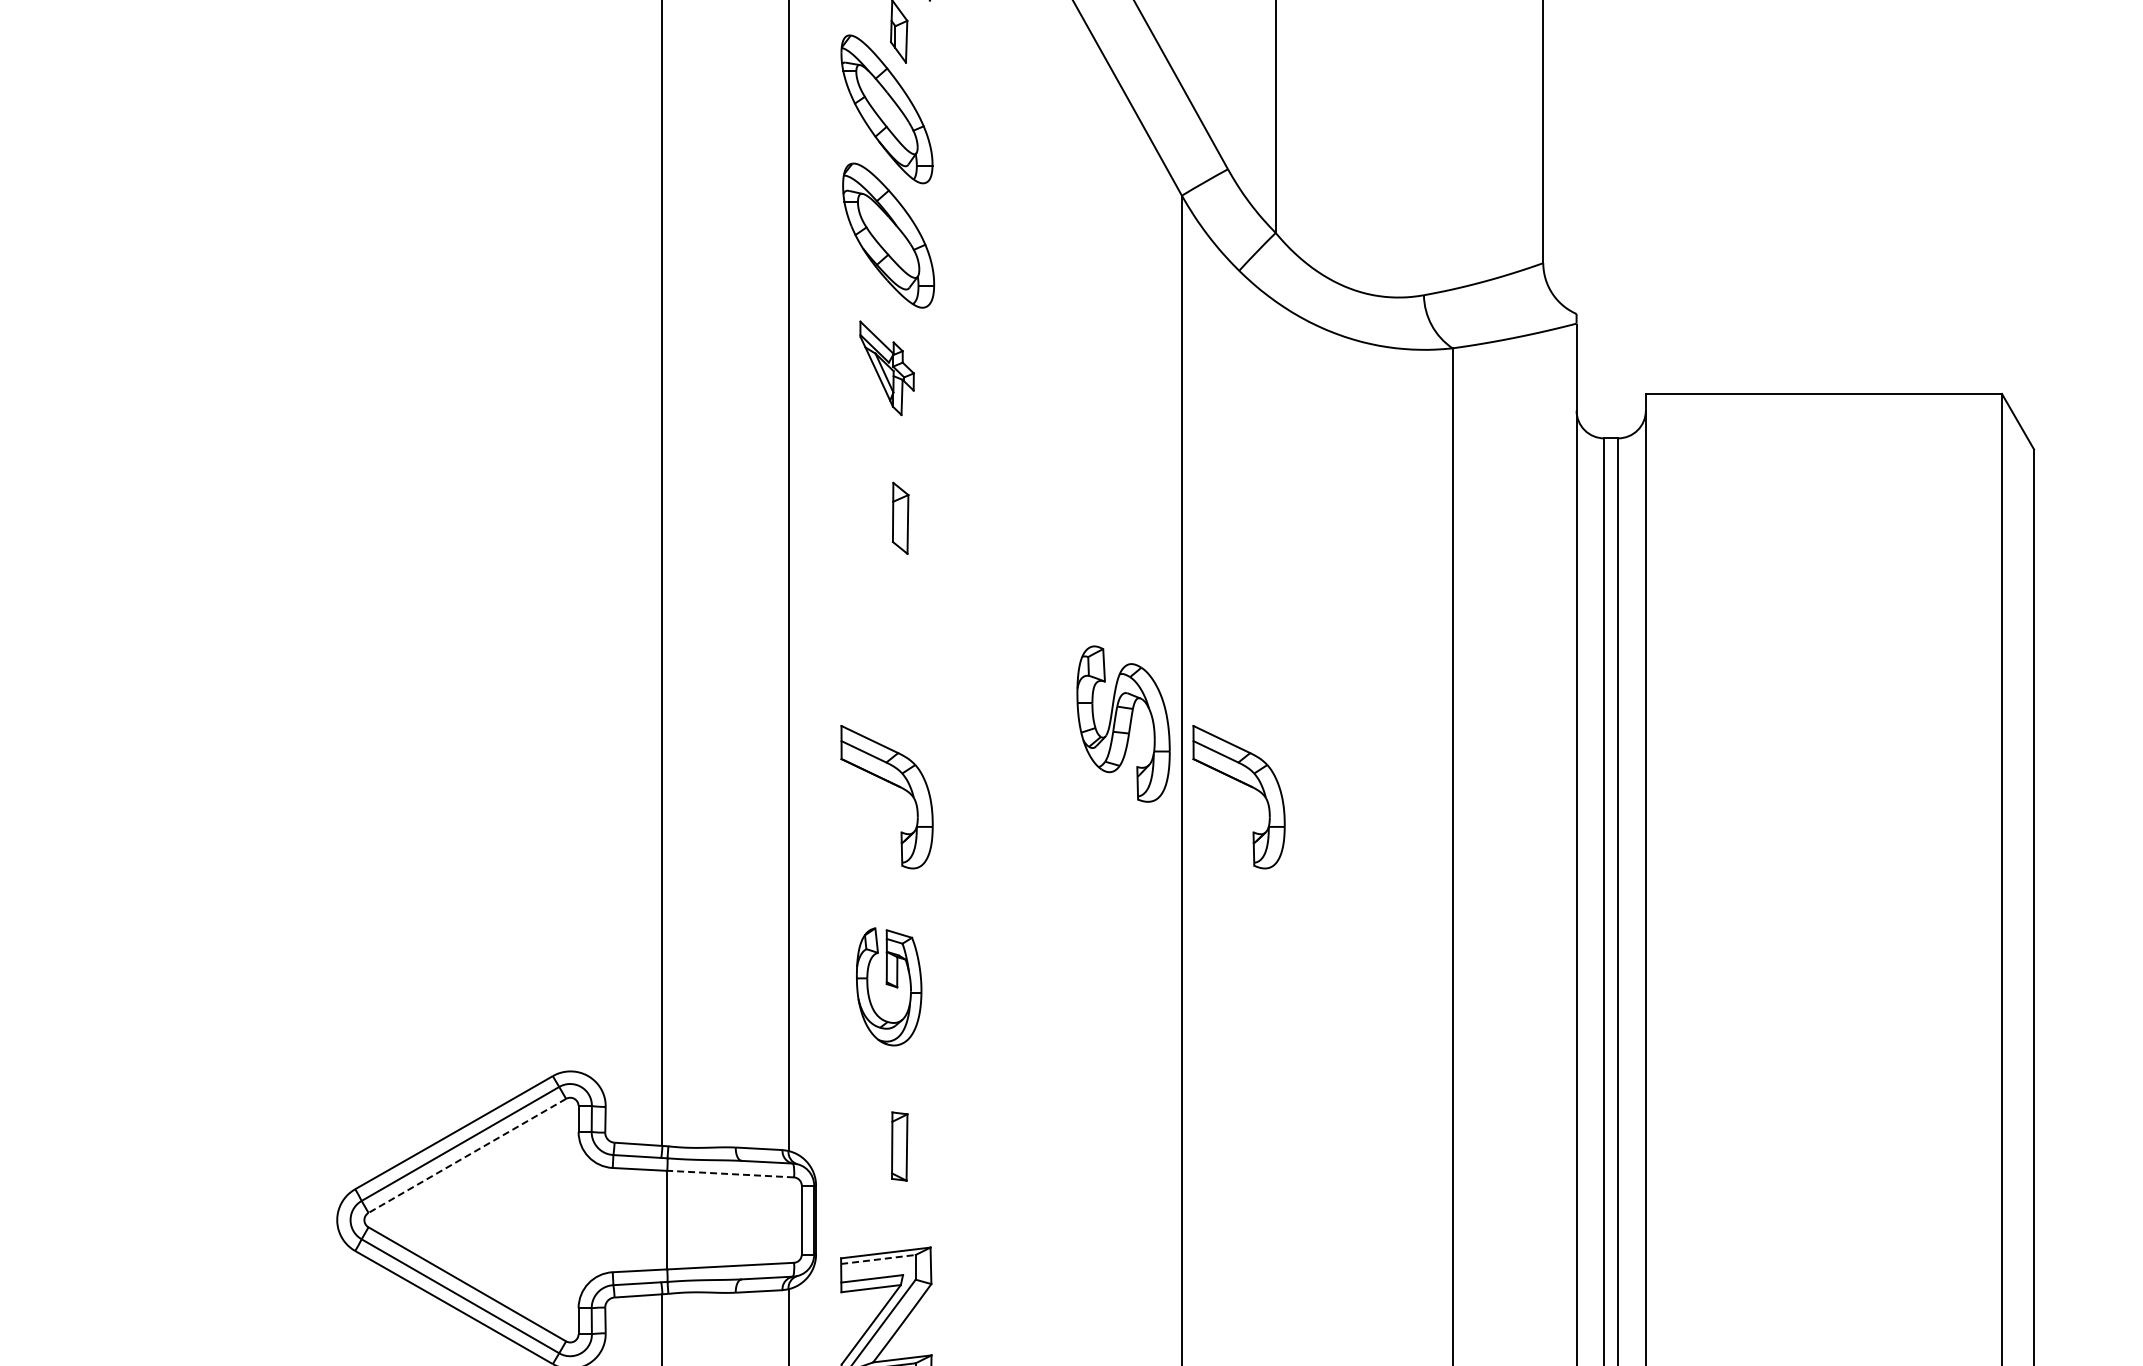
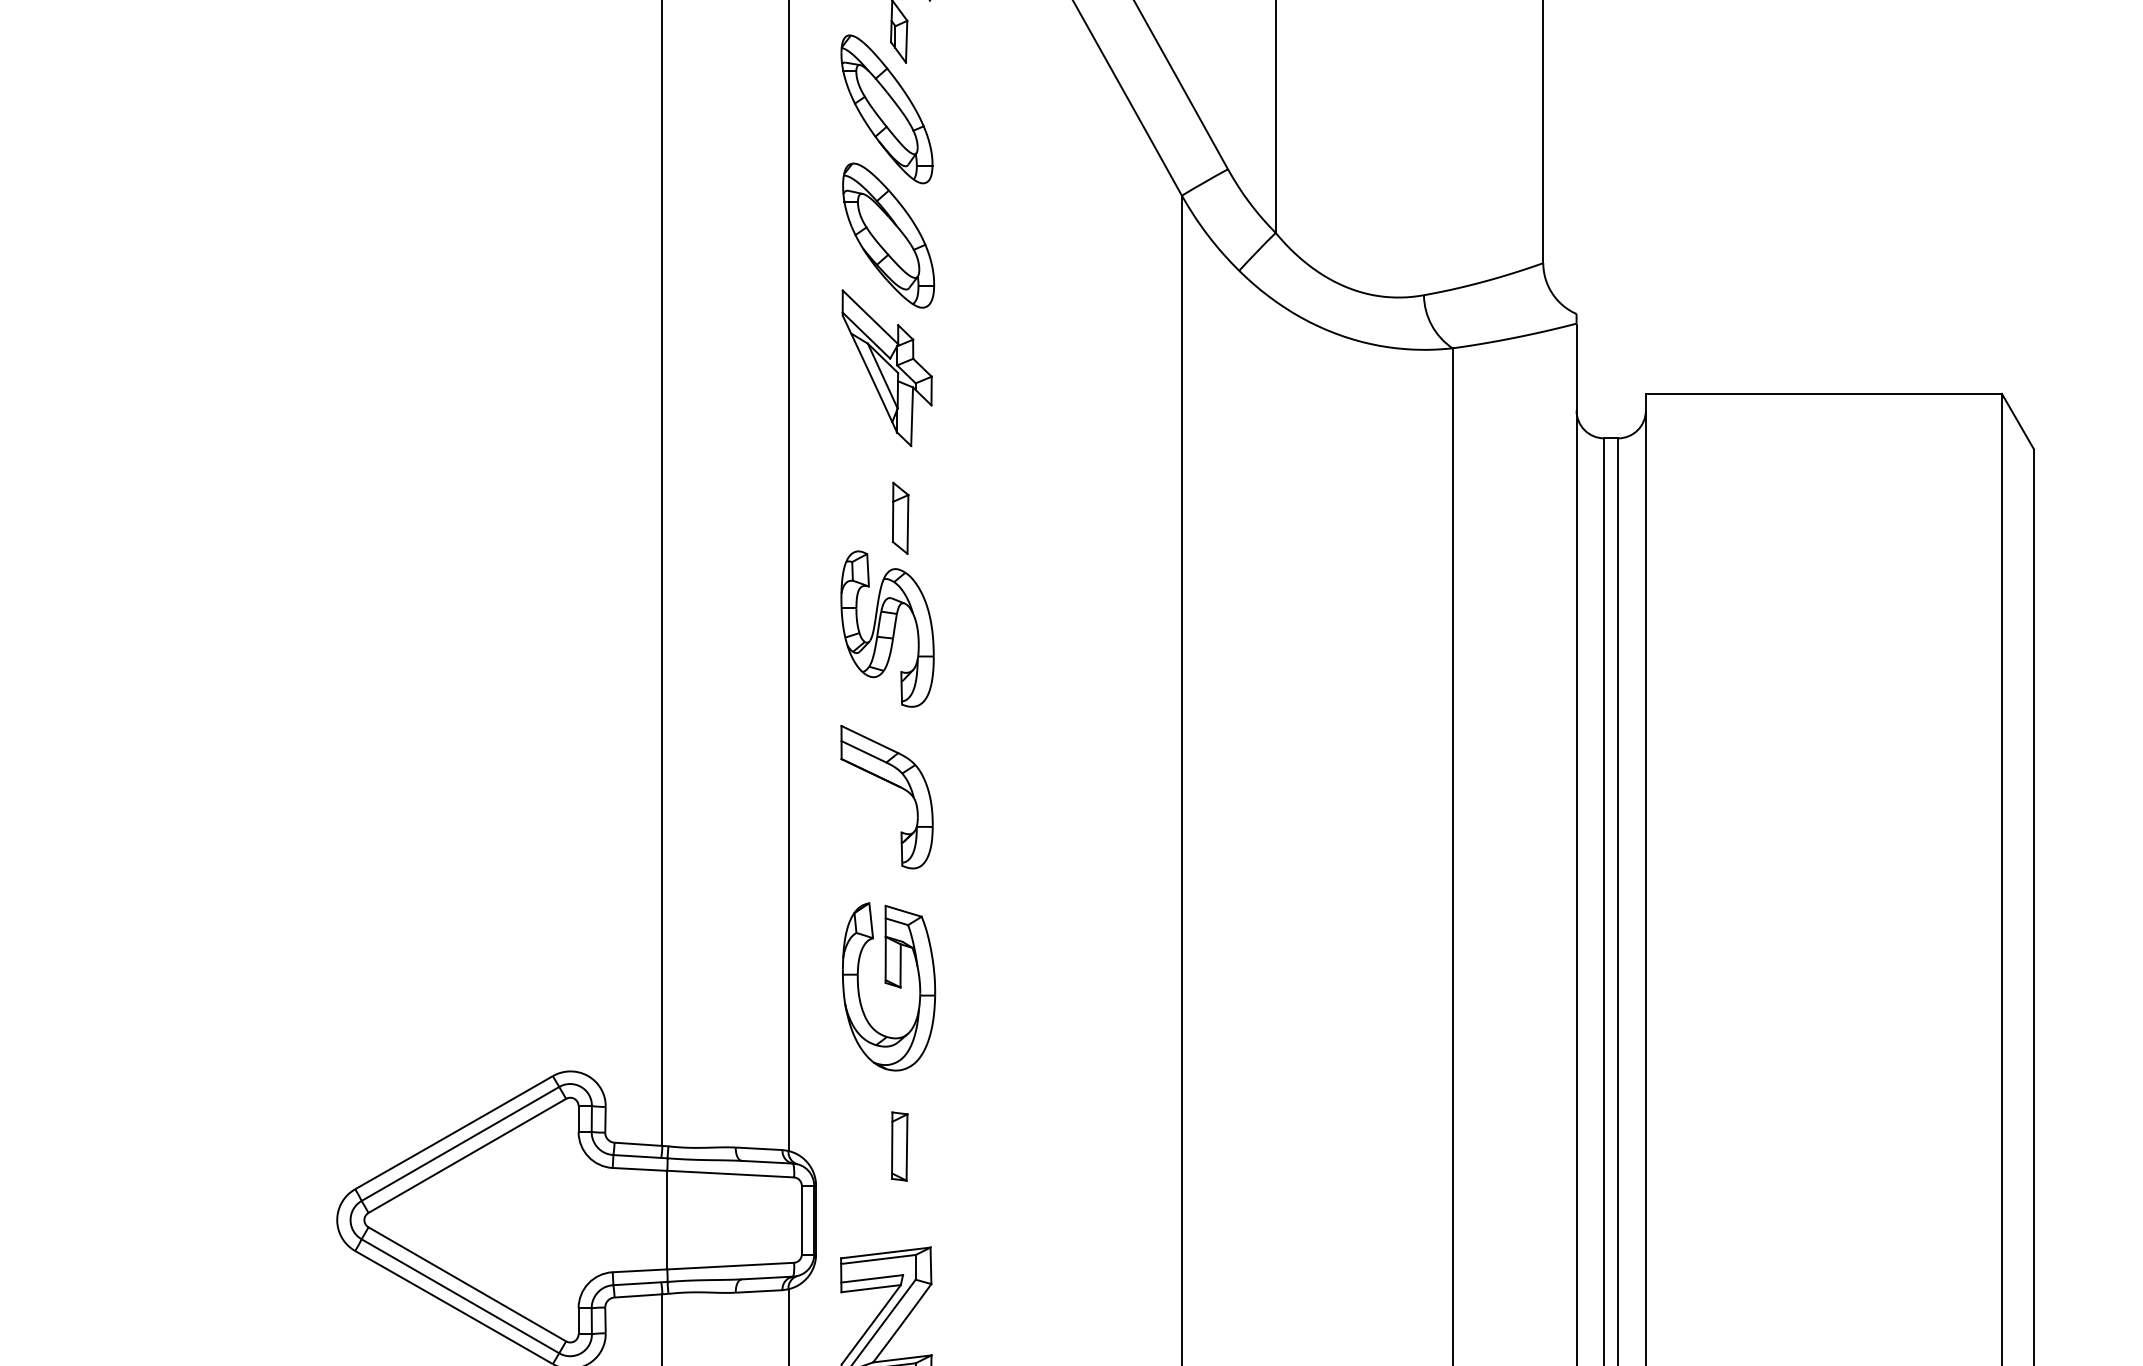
part at (886, 368) size: 56x97 px -> 92x159 px
part at (1123, 723) position: (1123, 723) -> (887, 628)
part at (1243, 784): present -> none
part at (889, 986) size: 67x120 px -> 95x170 px
line at (466, 1156): dashed -> solid
line at (730, 1174): dashed -> solid
line at (878, 1259): dashed -> solid
